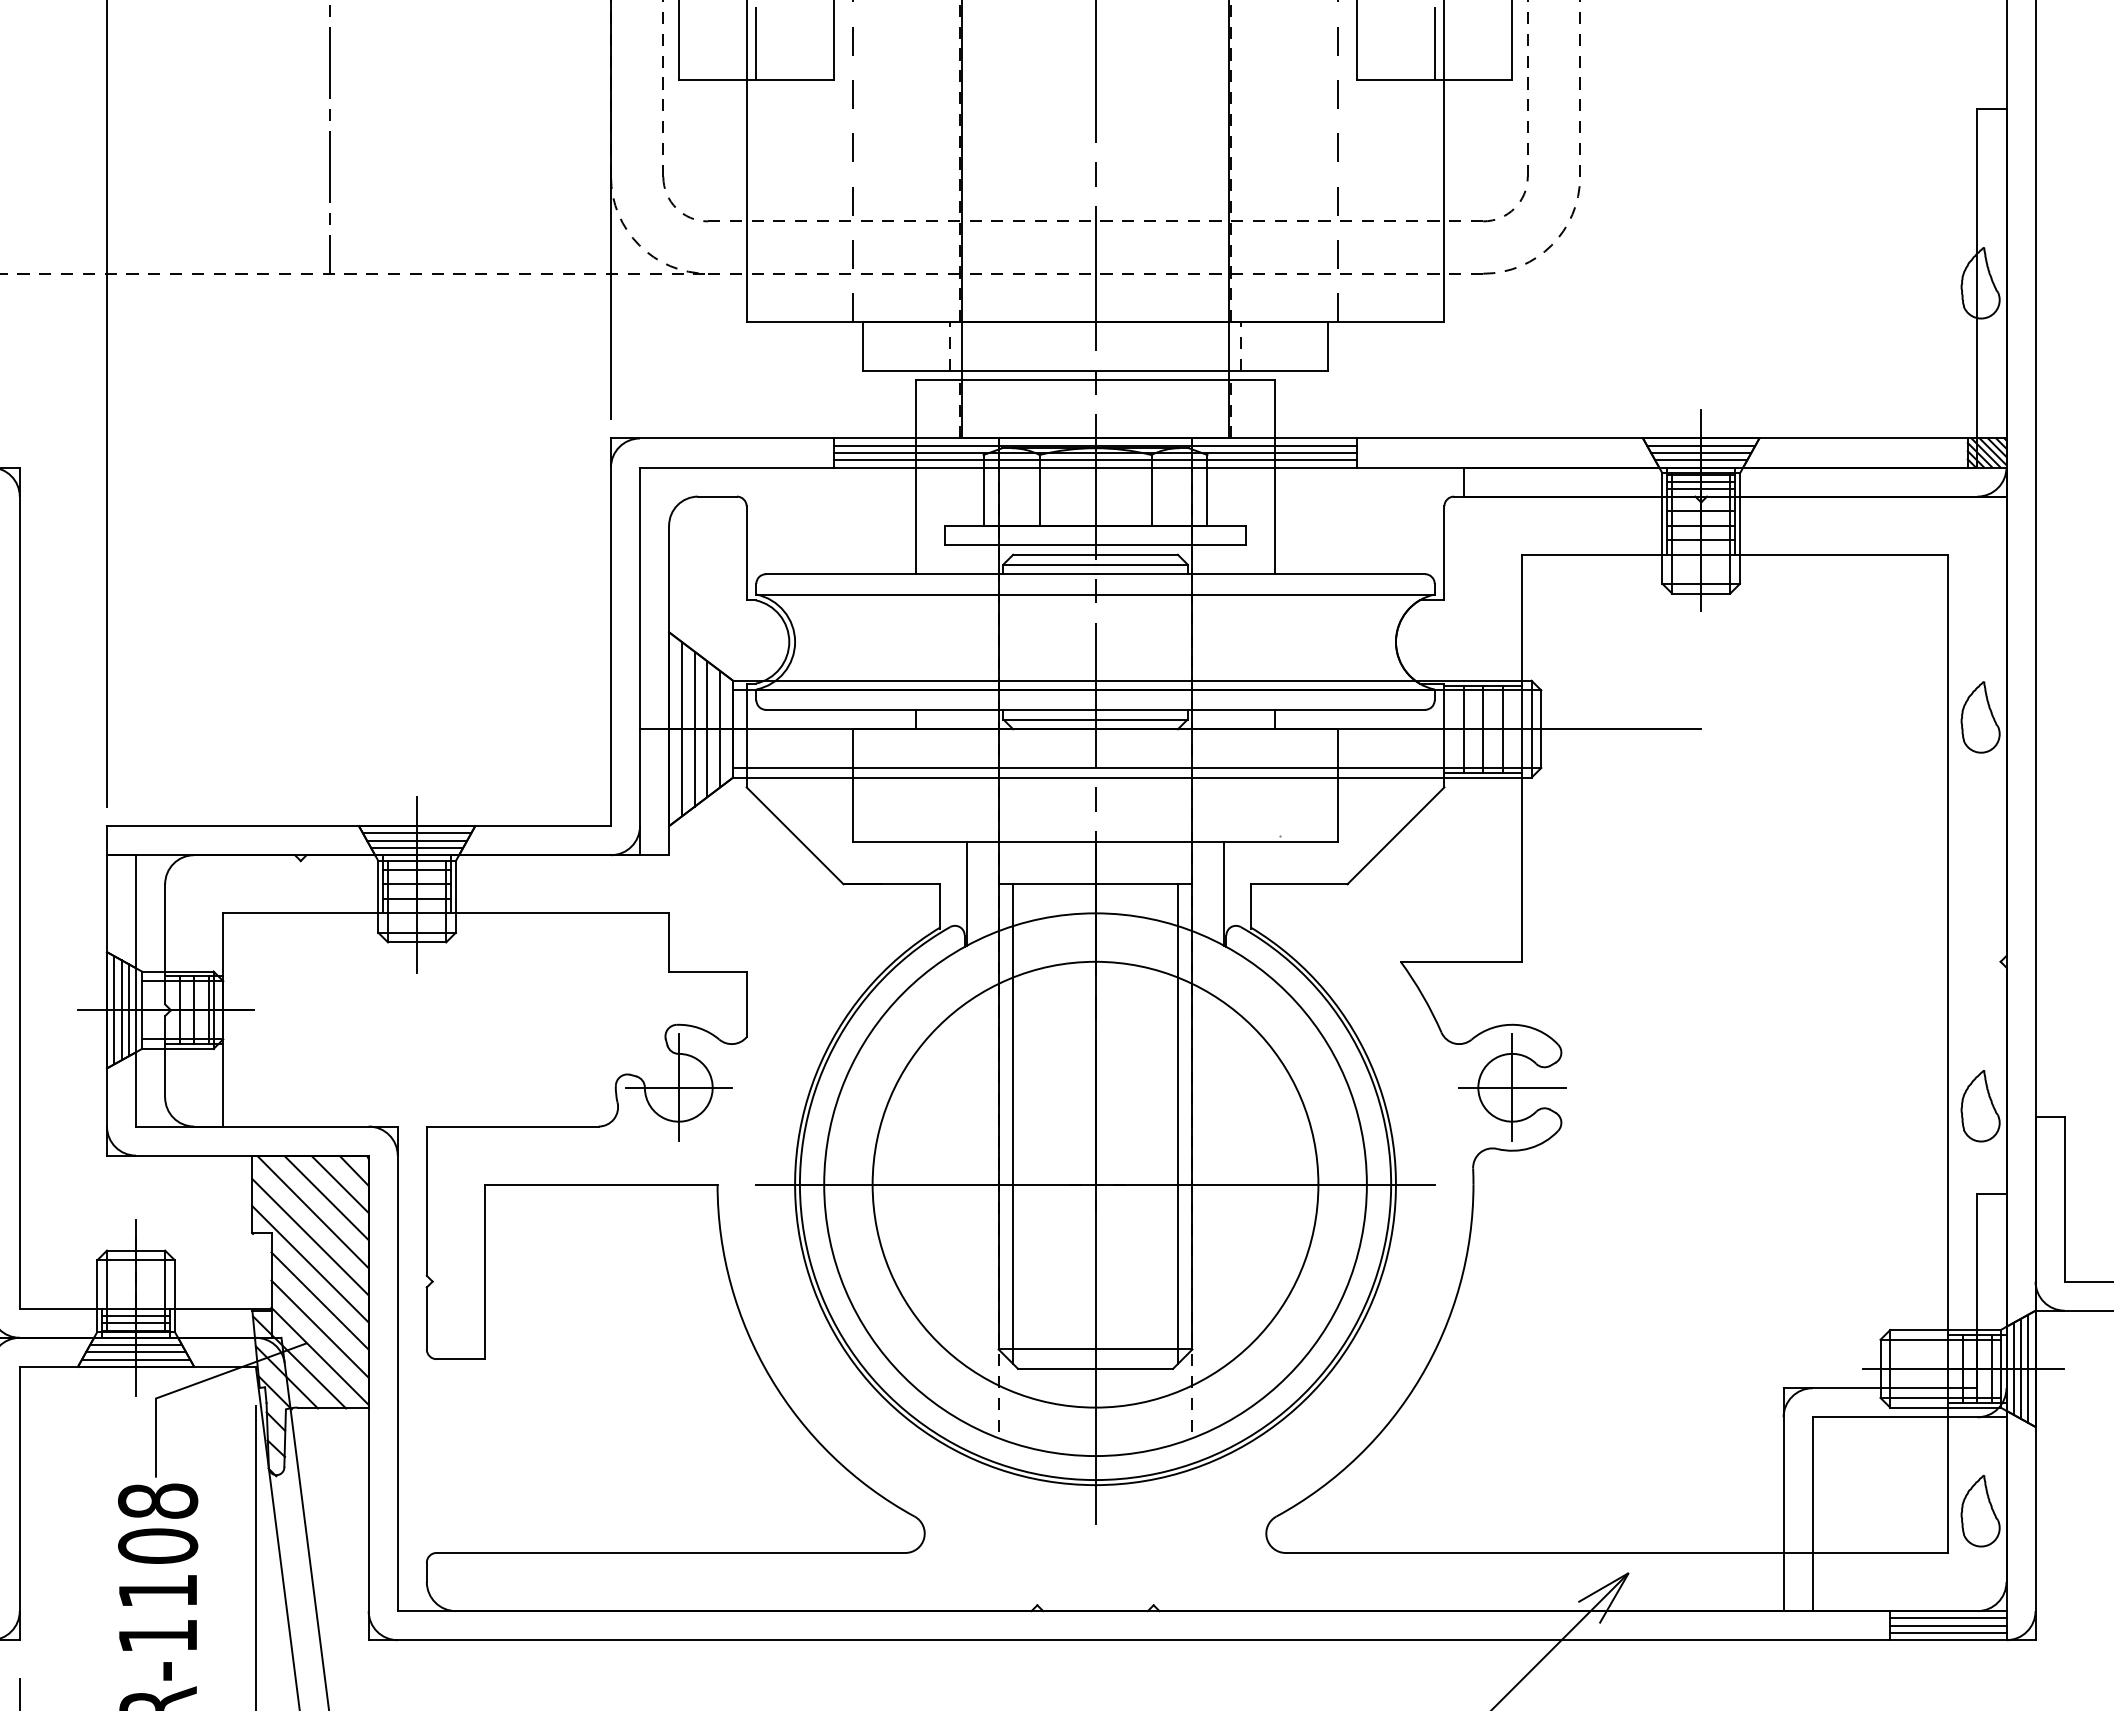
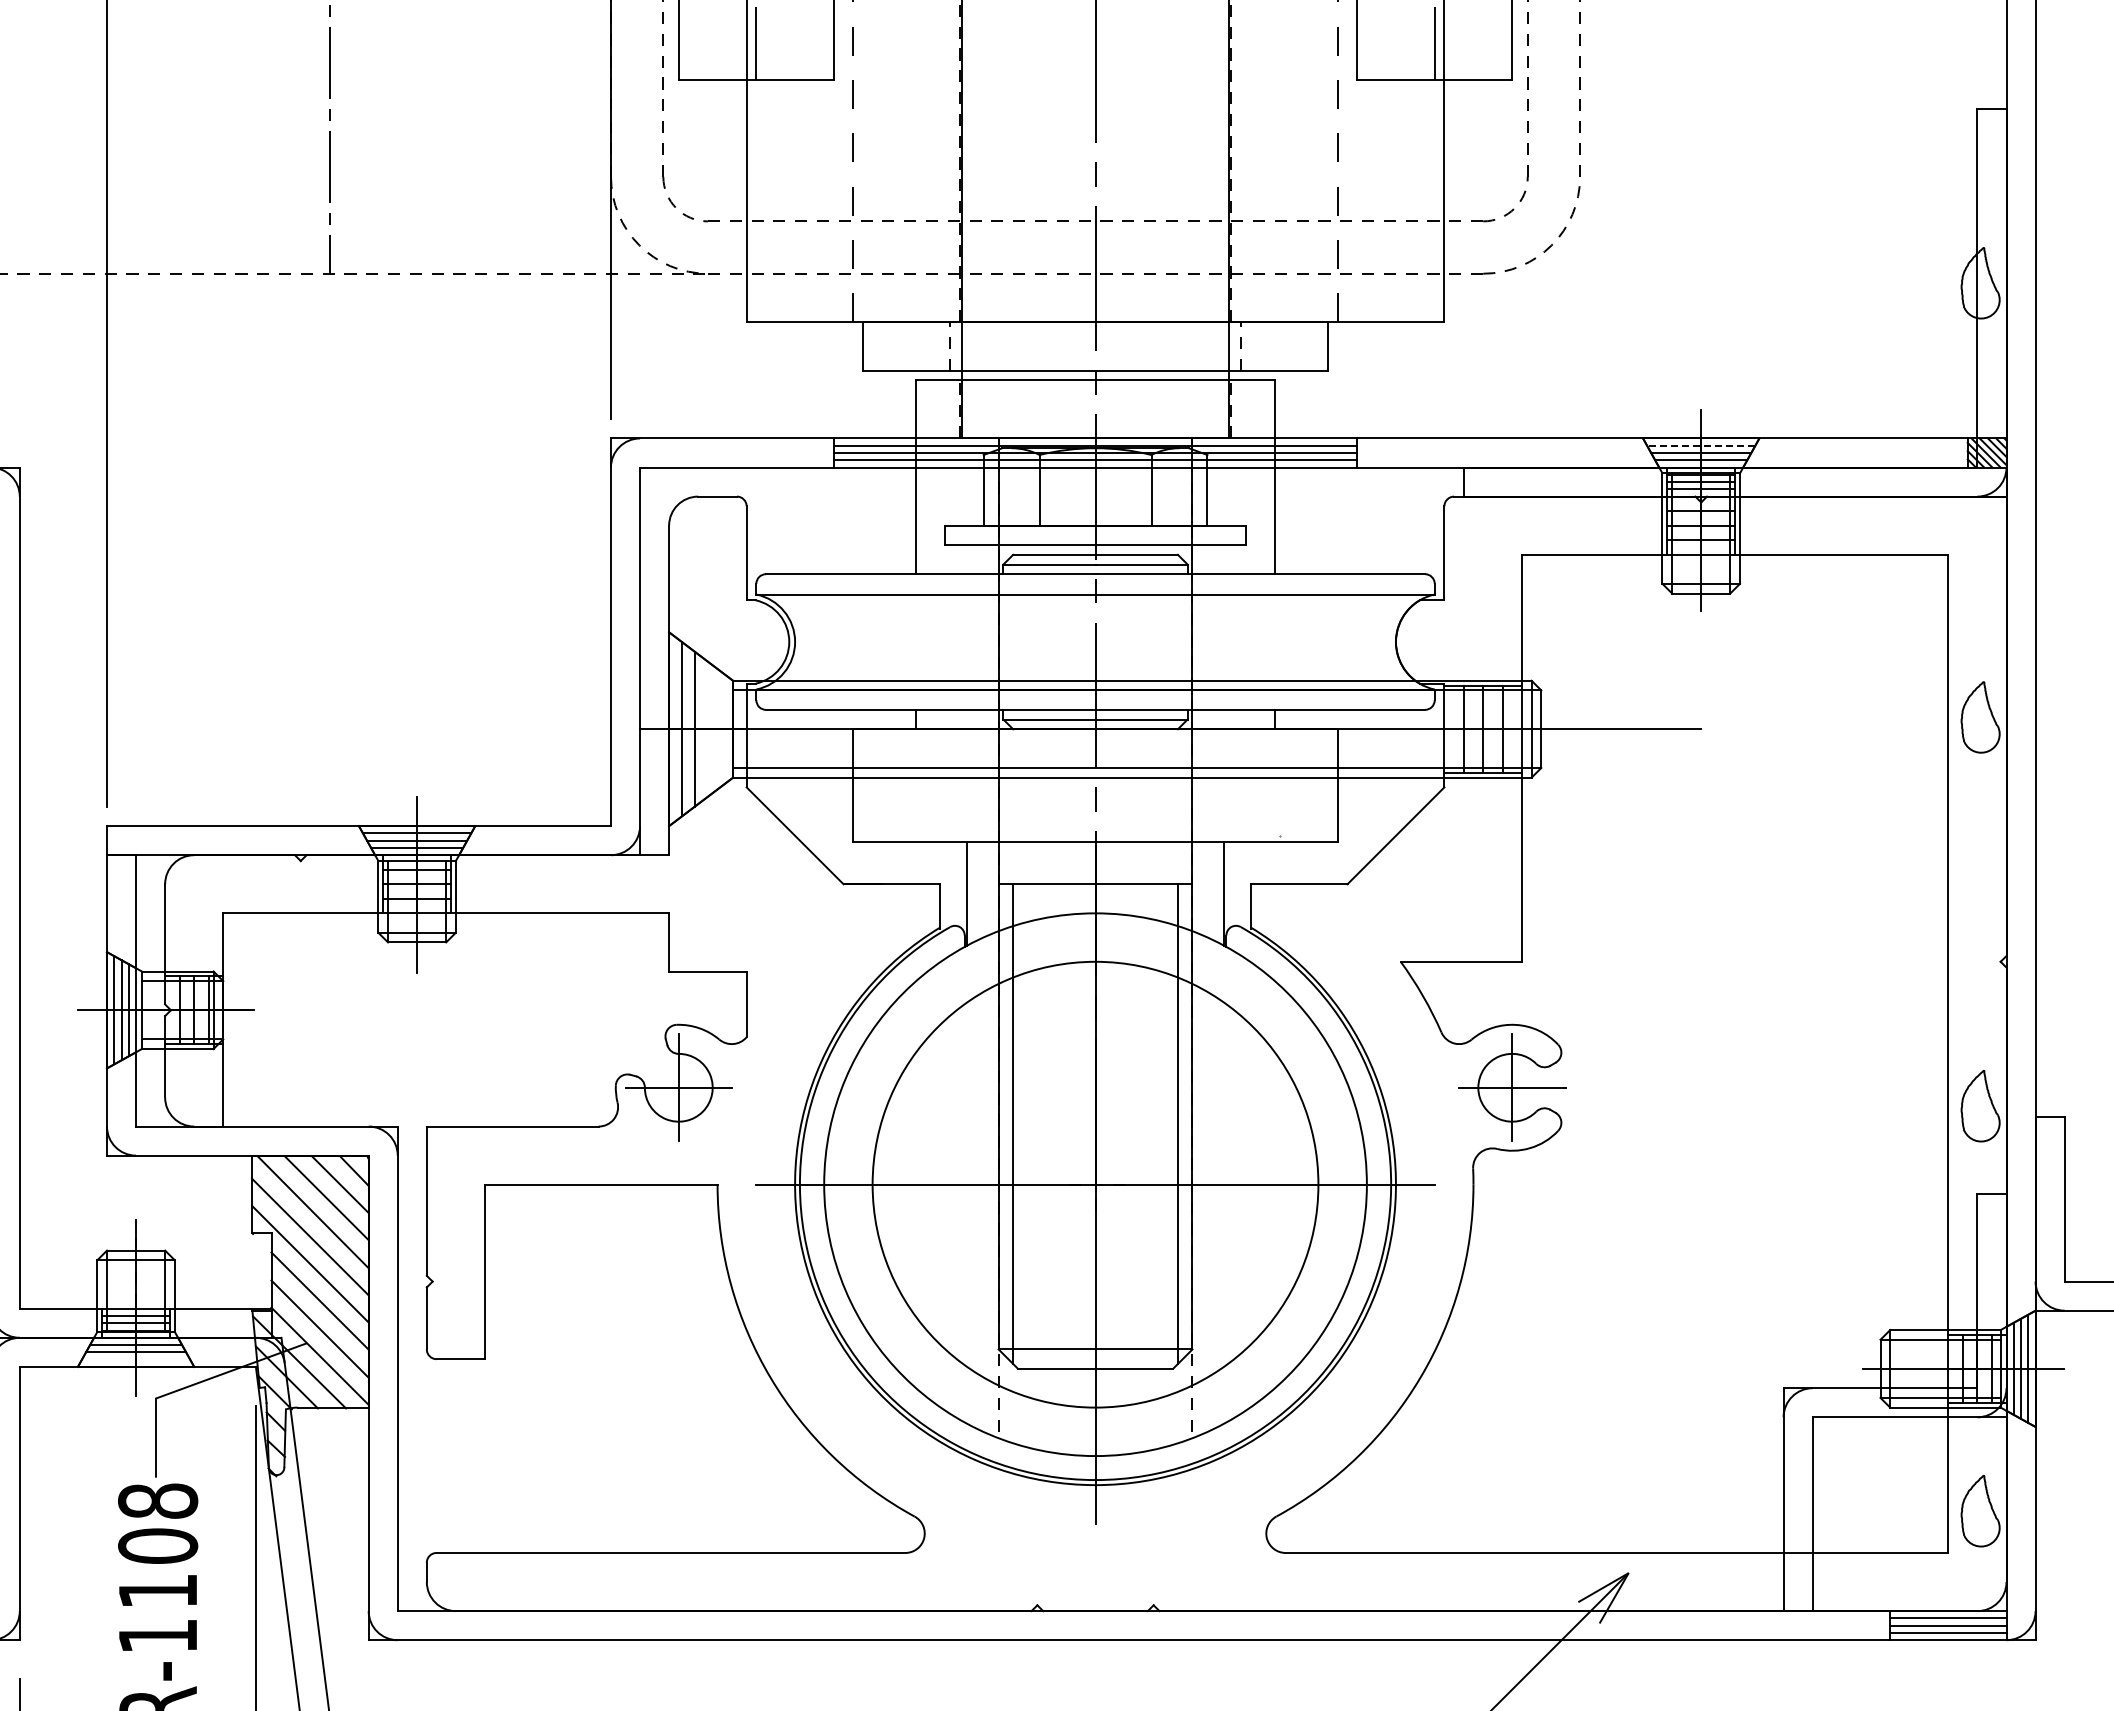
line at (1700, 445): solid -> dashed
line at (707, 729): present -> none
line at (720, 729): present -> none
line at (135, 1359): present -> none
